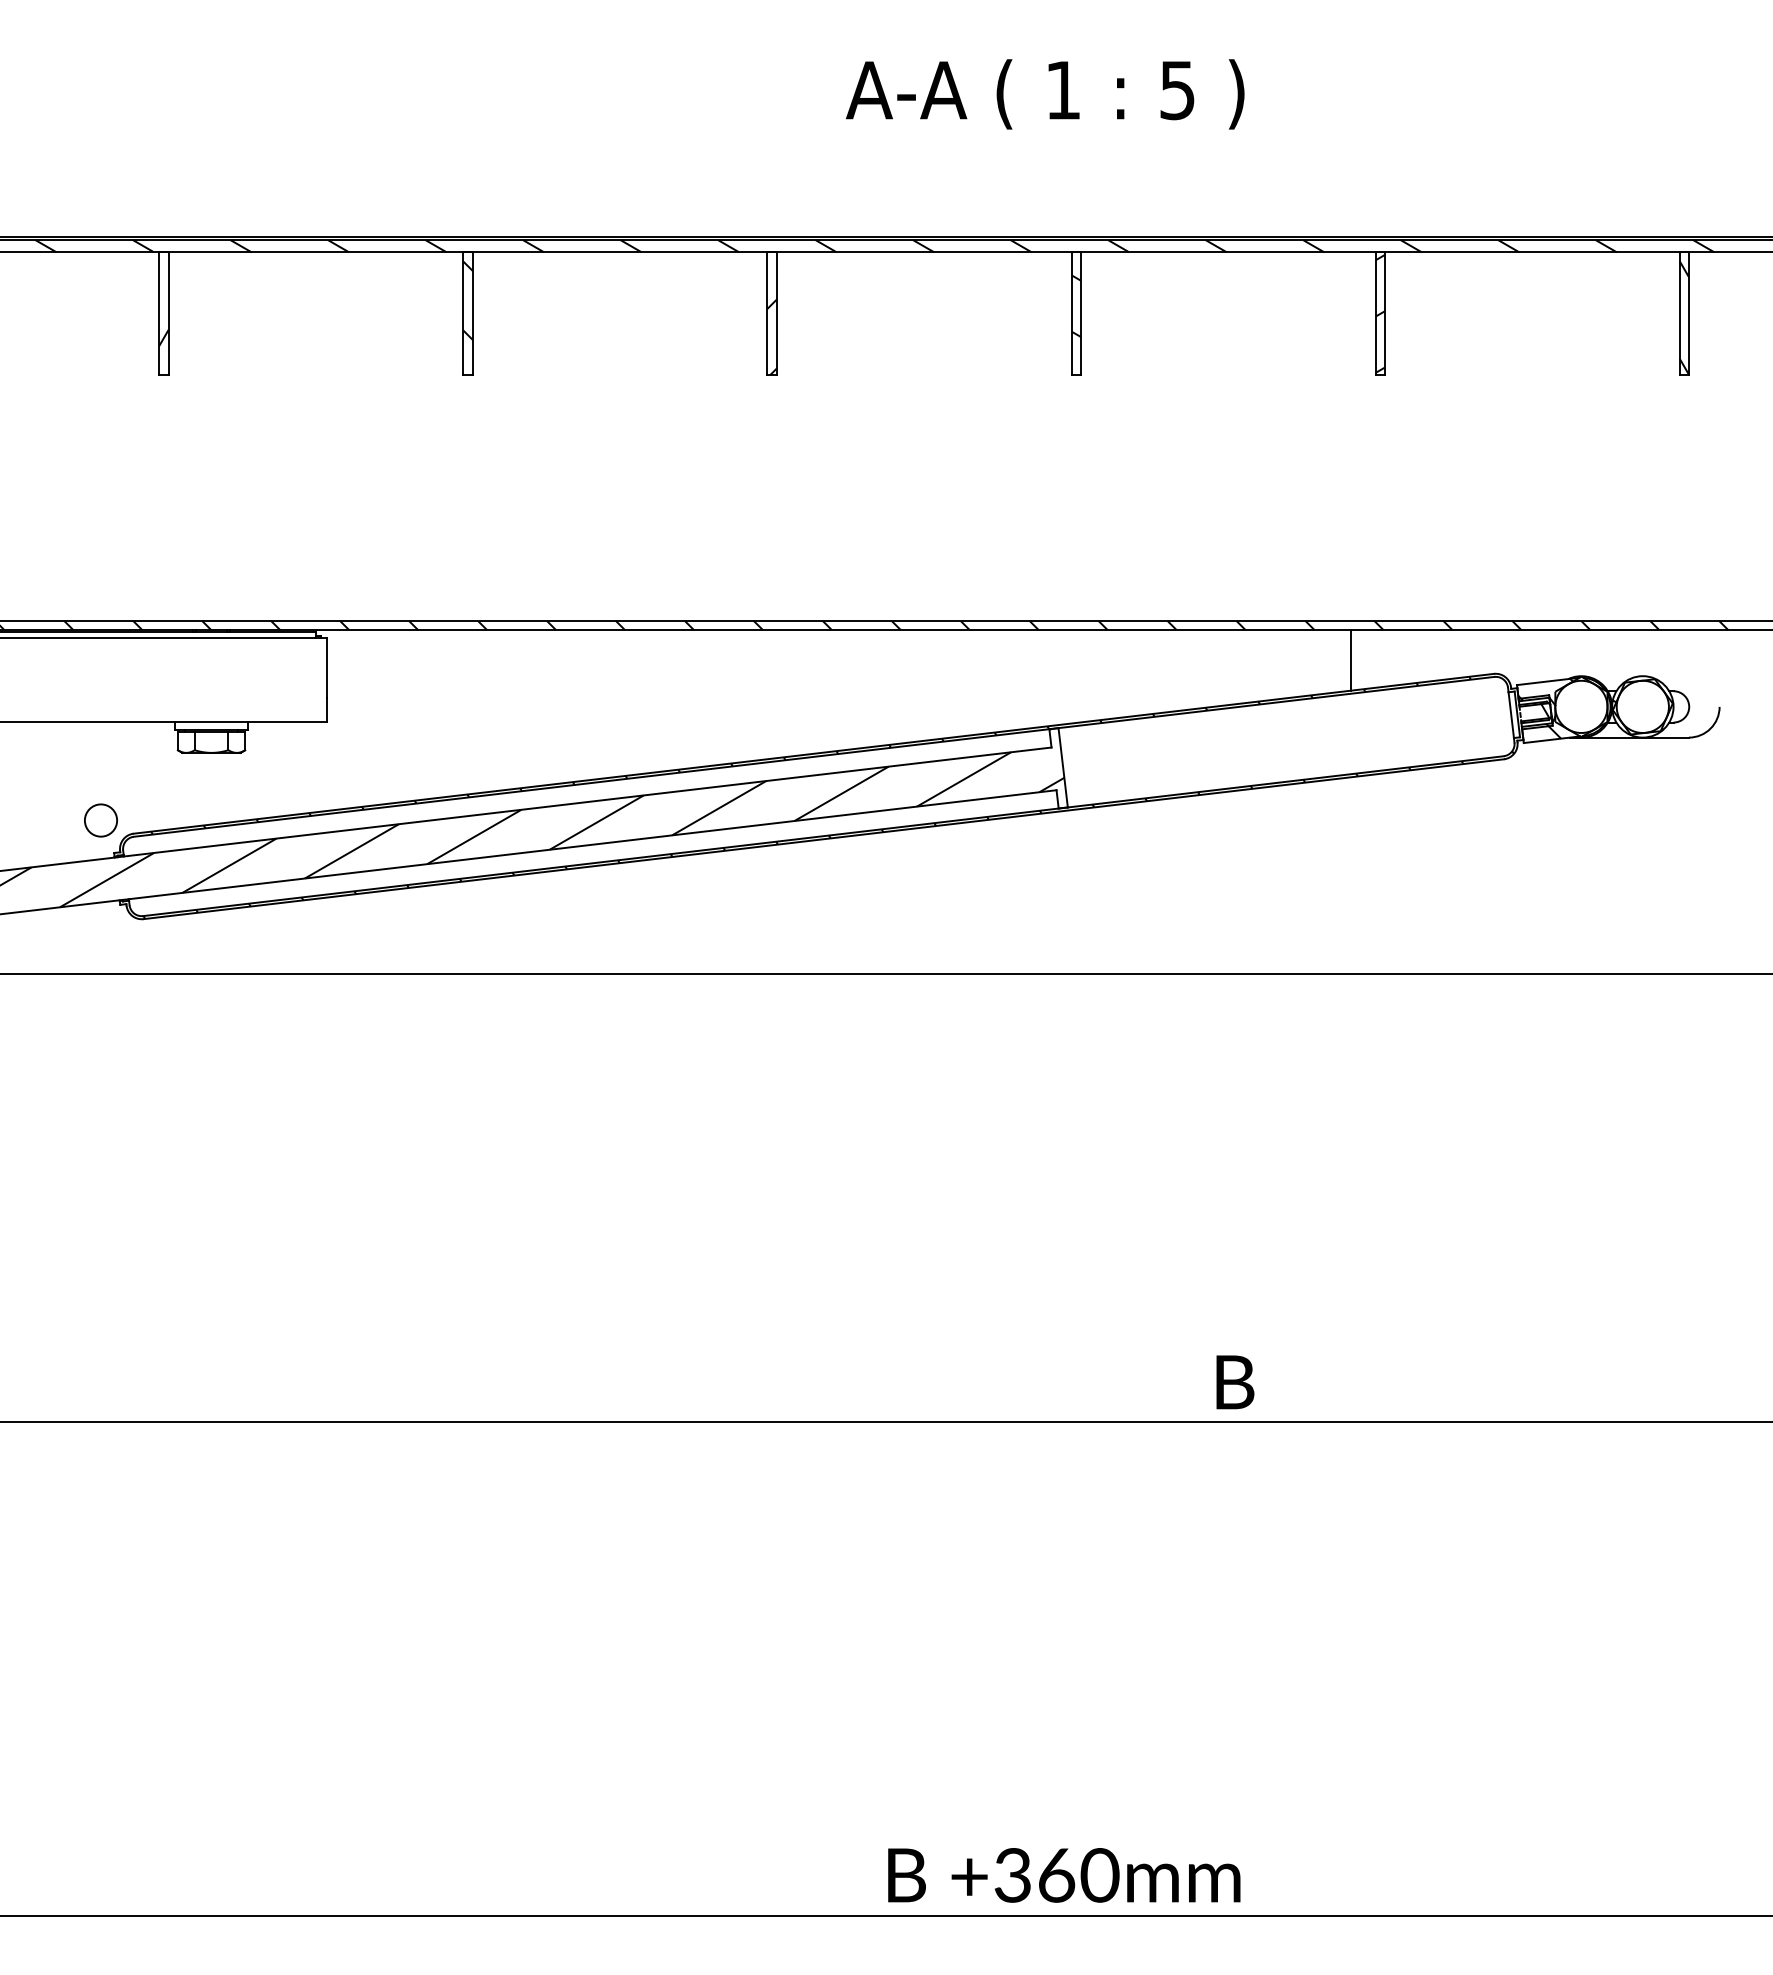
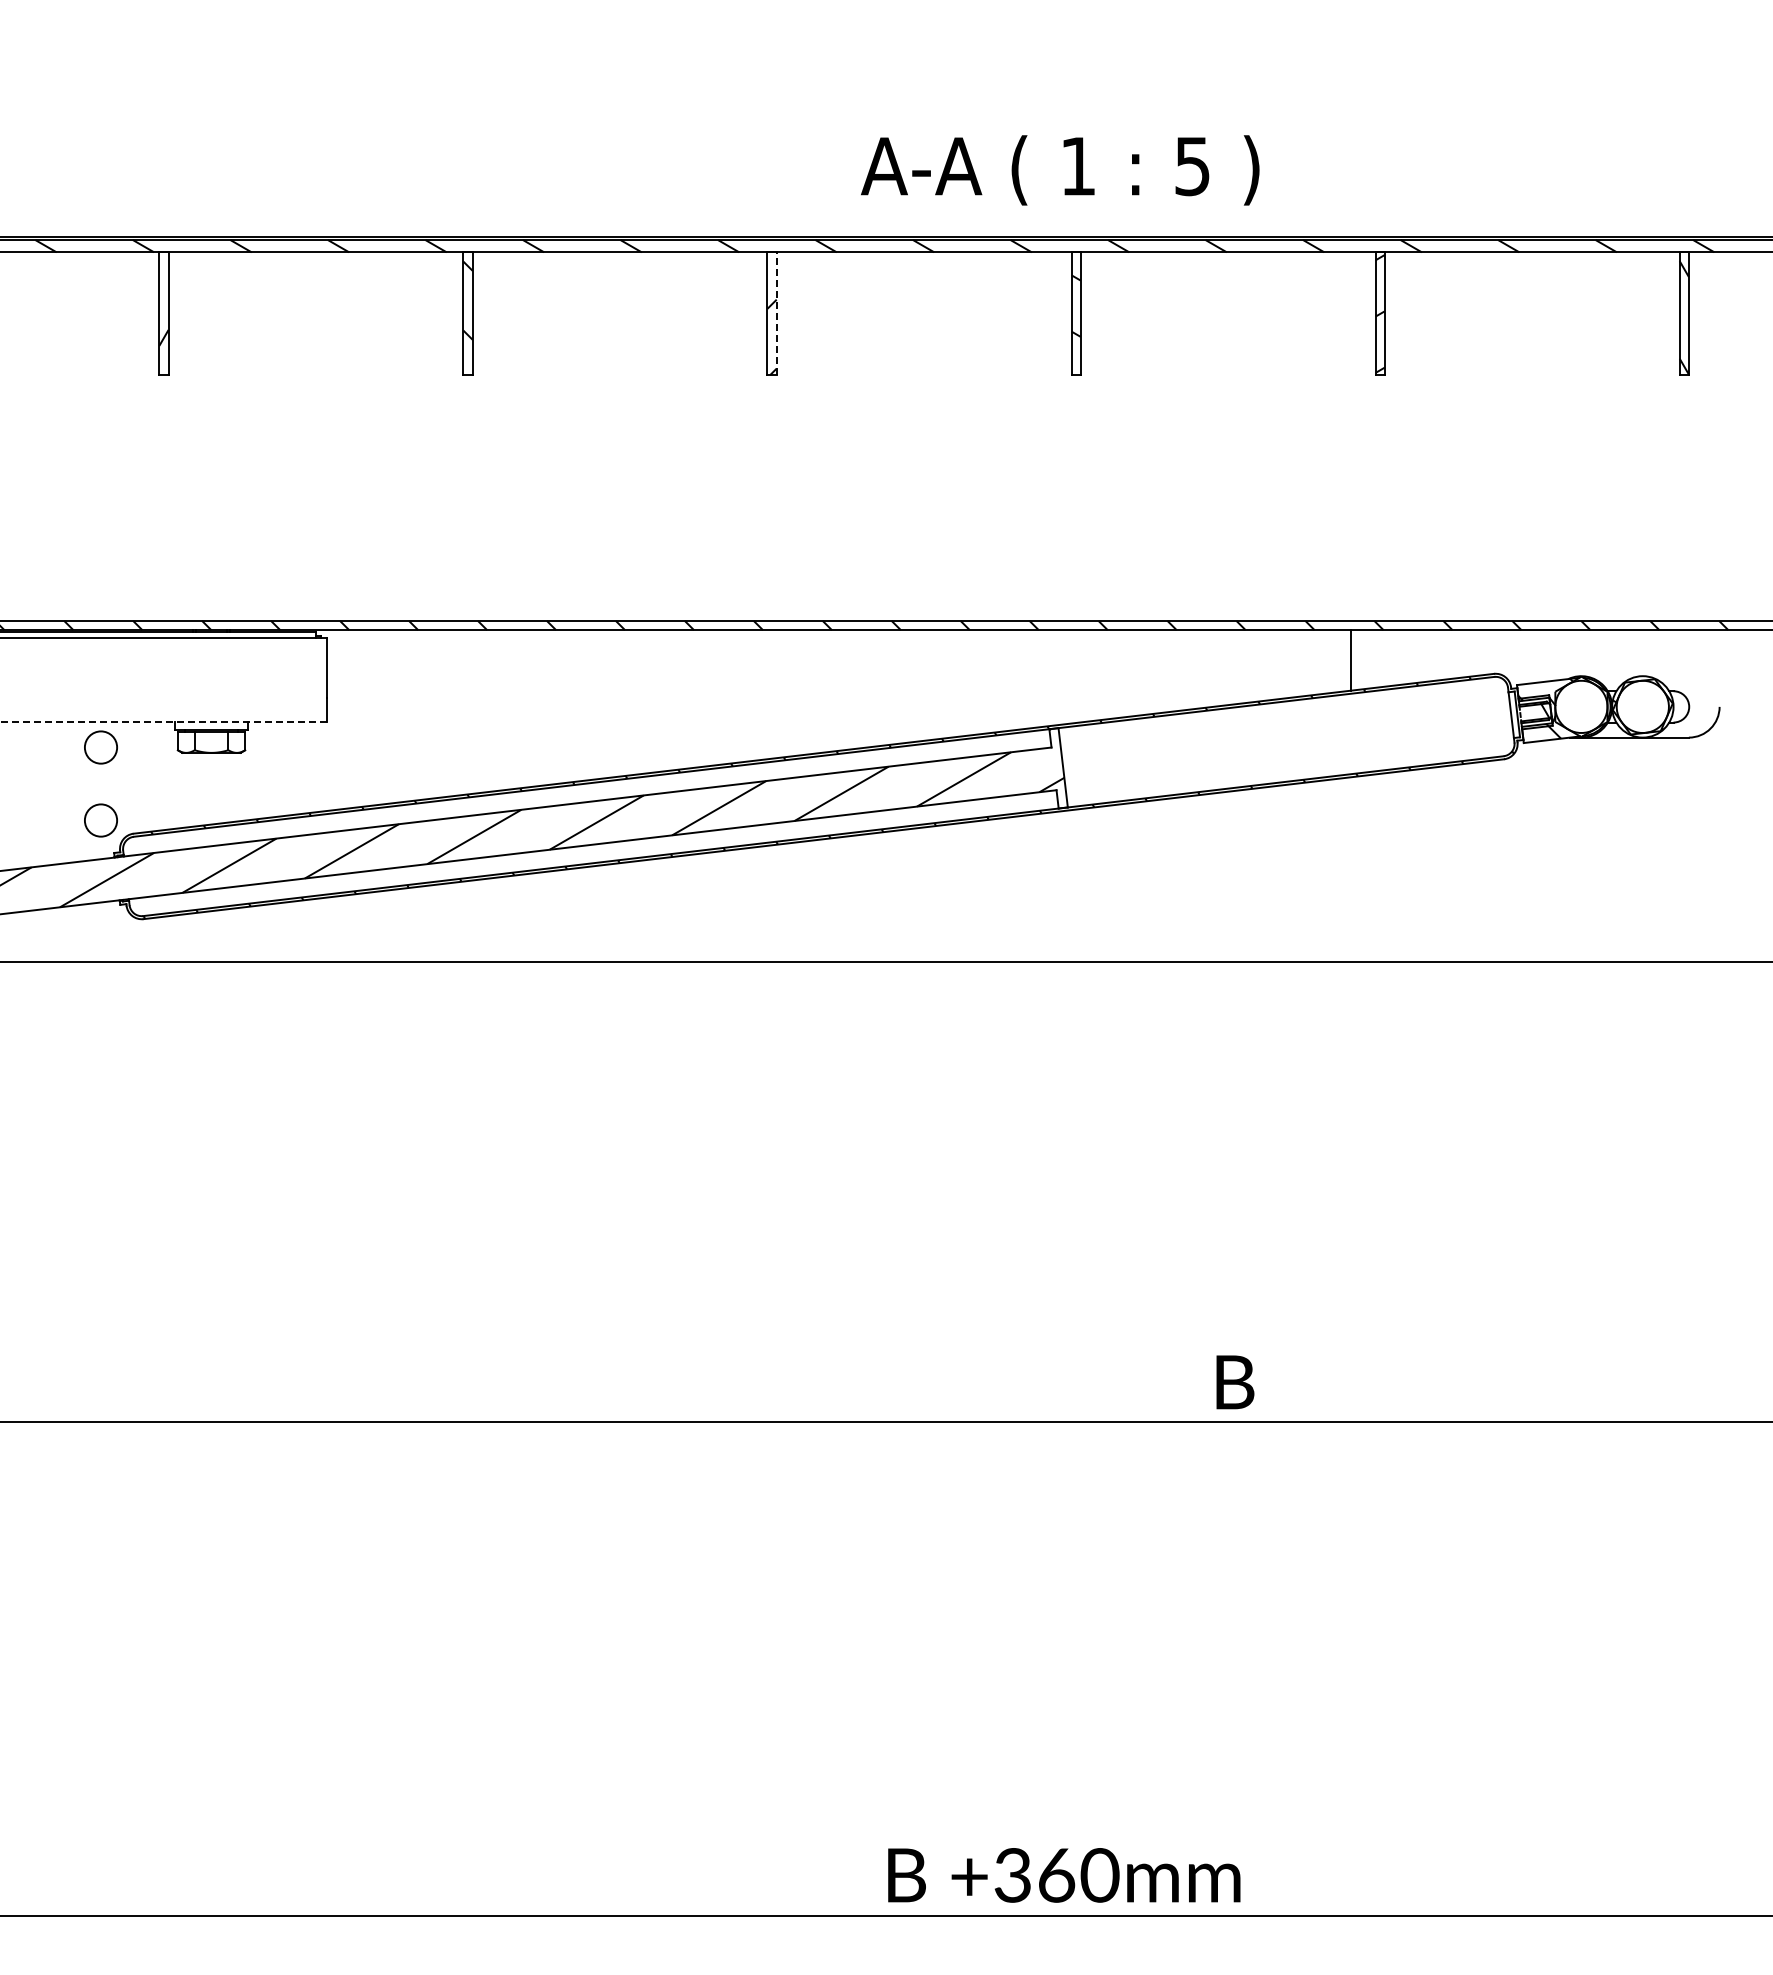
text at (1045, 94) position: (1045, 94) -> (1060, 170)
line at (776, 313): solid -> dashed
line at (163, 722): solid -> dashed
circle at (100, 747): none -> present
line at (885, 974) position: (885, 974) -> (885, 962)
